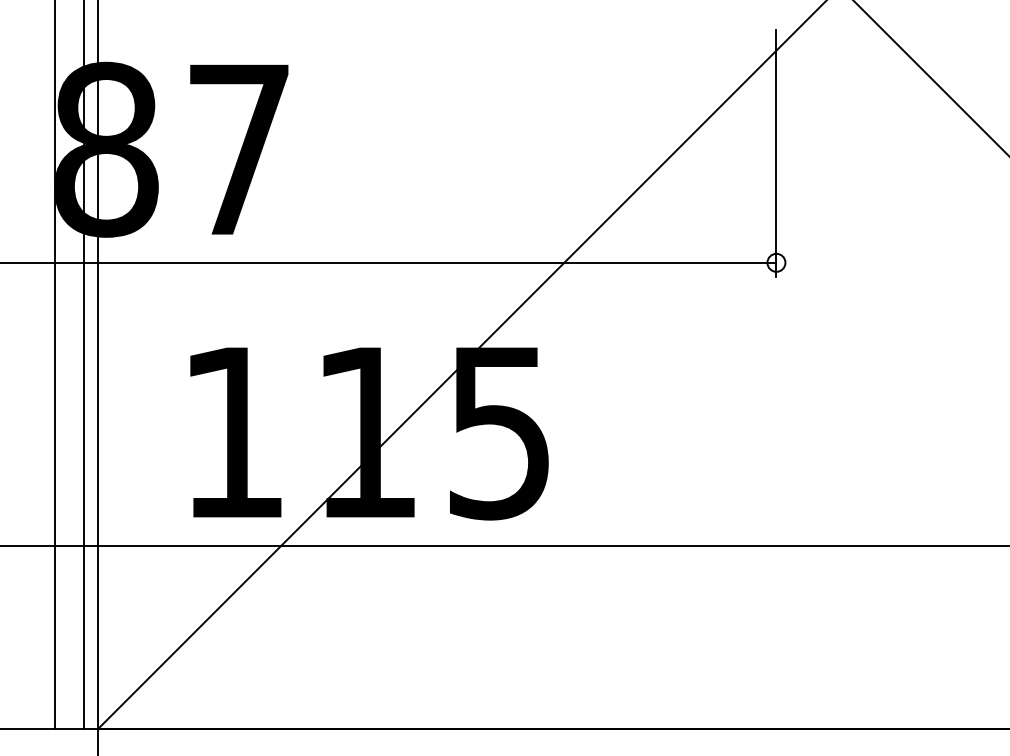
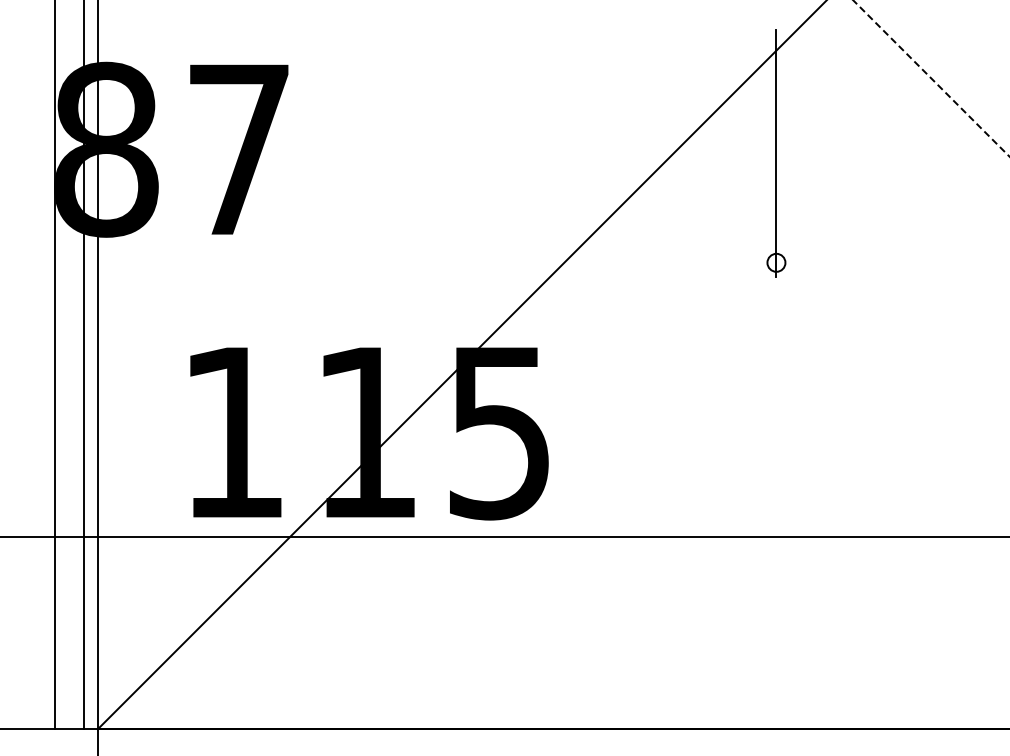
line at (931, 79): solid -> dashed
line at (389, 262): present -> none
line at (504, 545) position: (504, 545) -> (504, 536)
